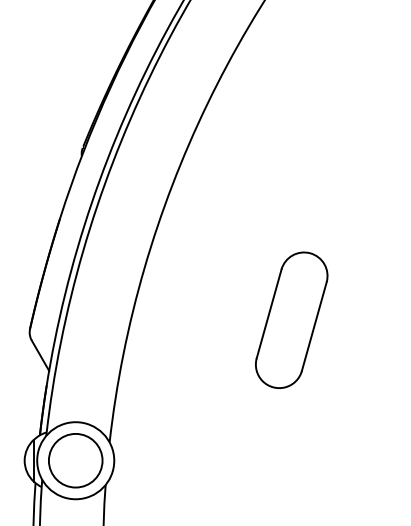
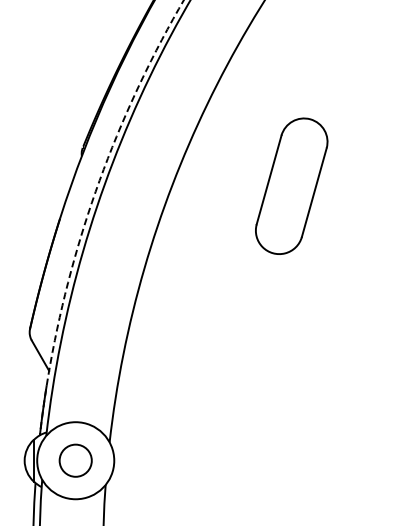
arc at (89, 209): solid -> dashed
part at (291, 319) position: (291, 319) -> (291, 185)
circle at (75, 460) diameter: 54 px -> 32 px
